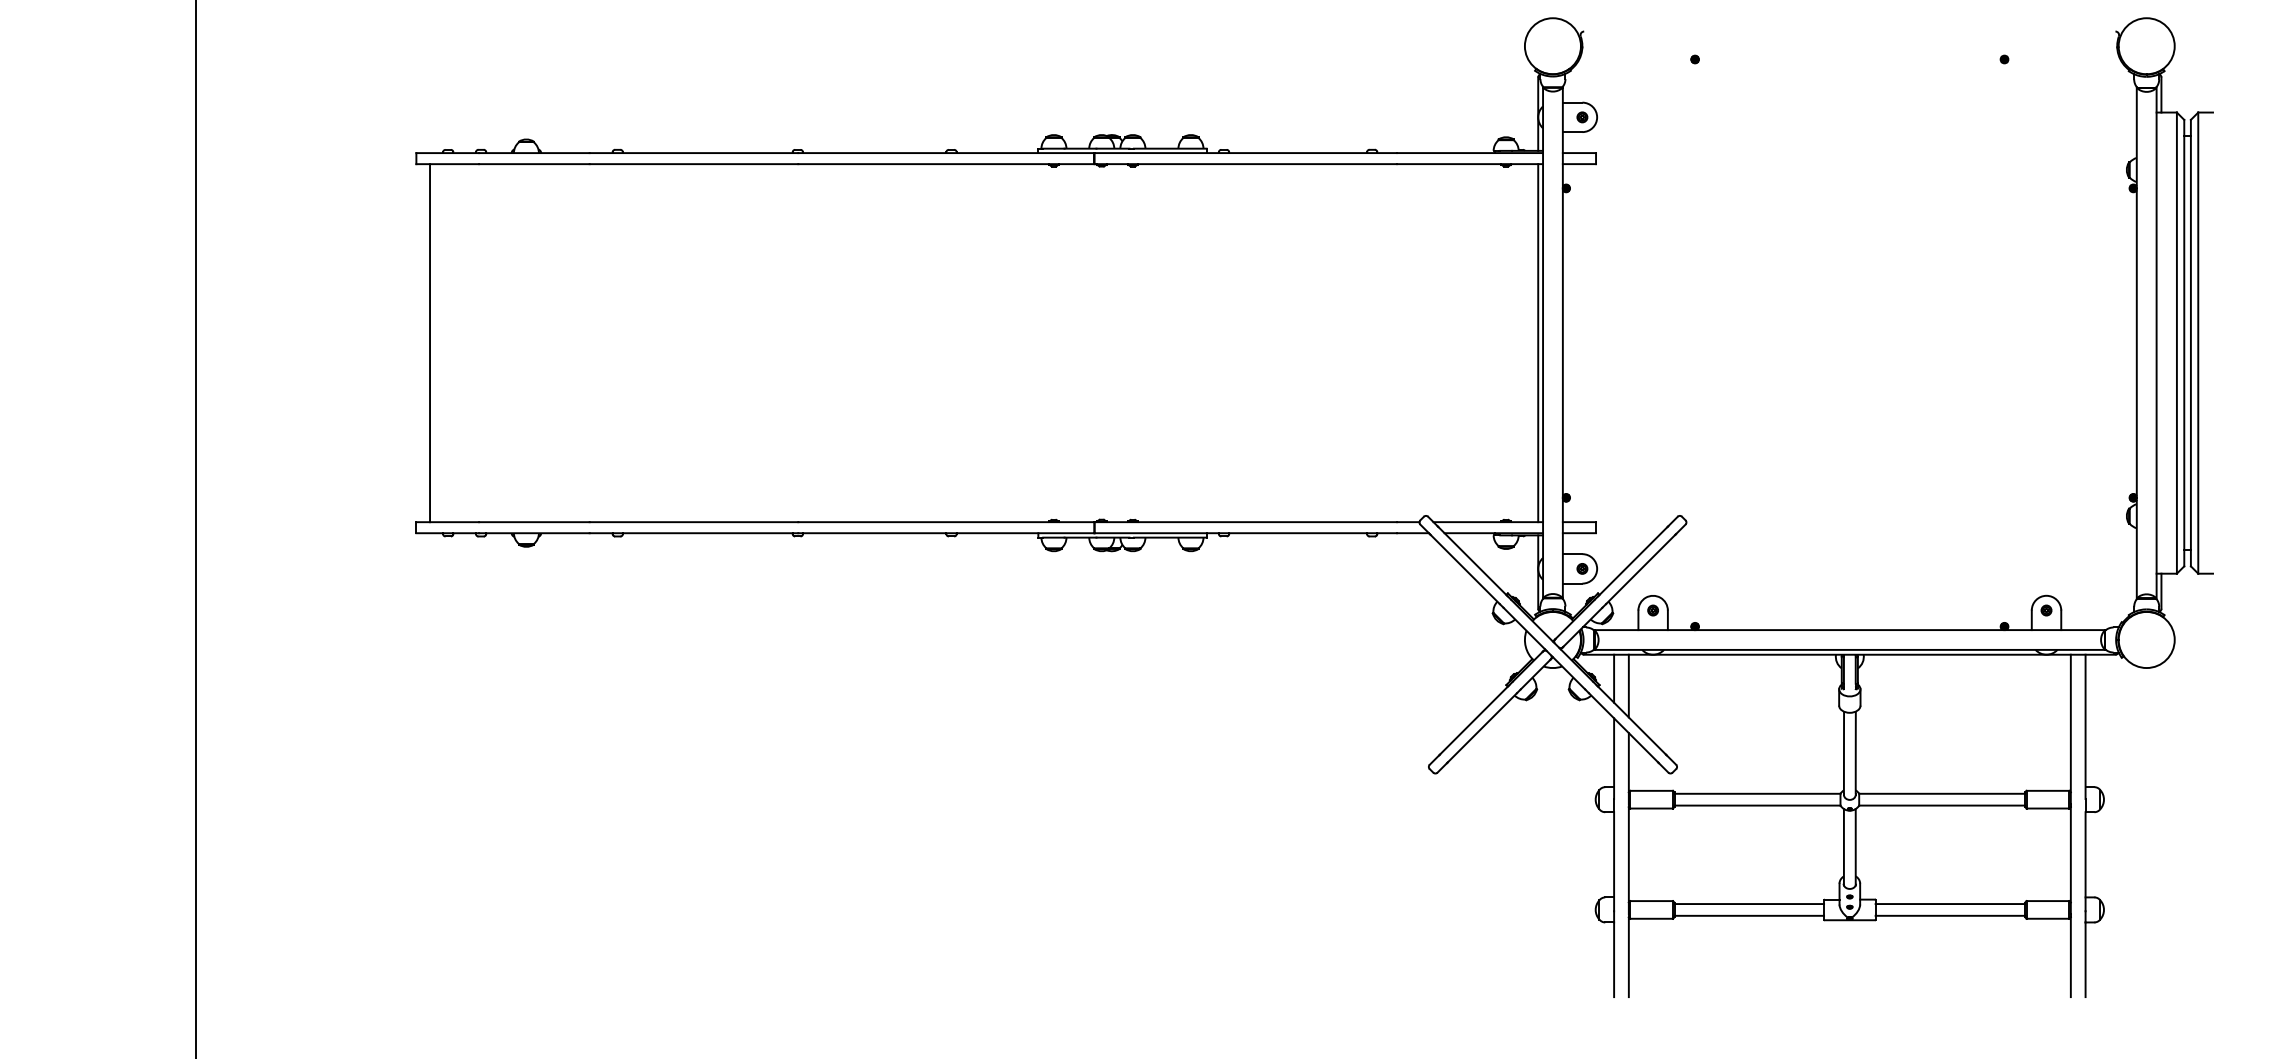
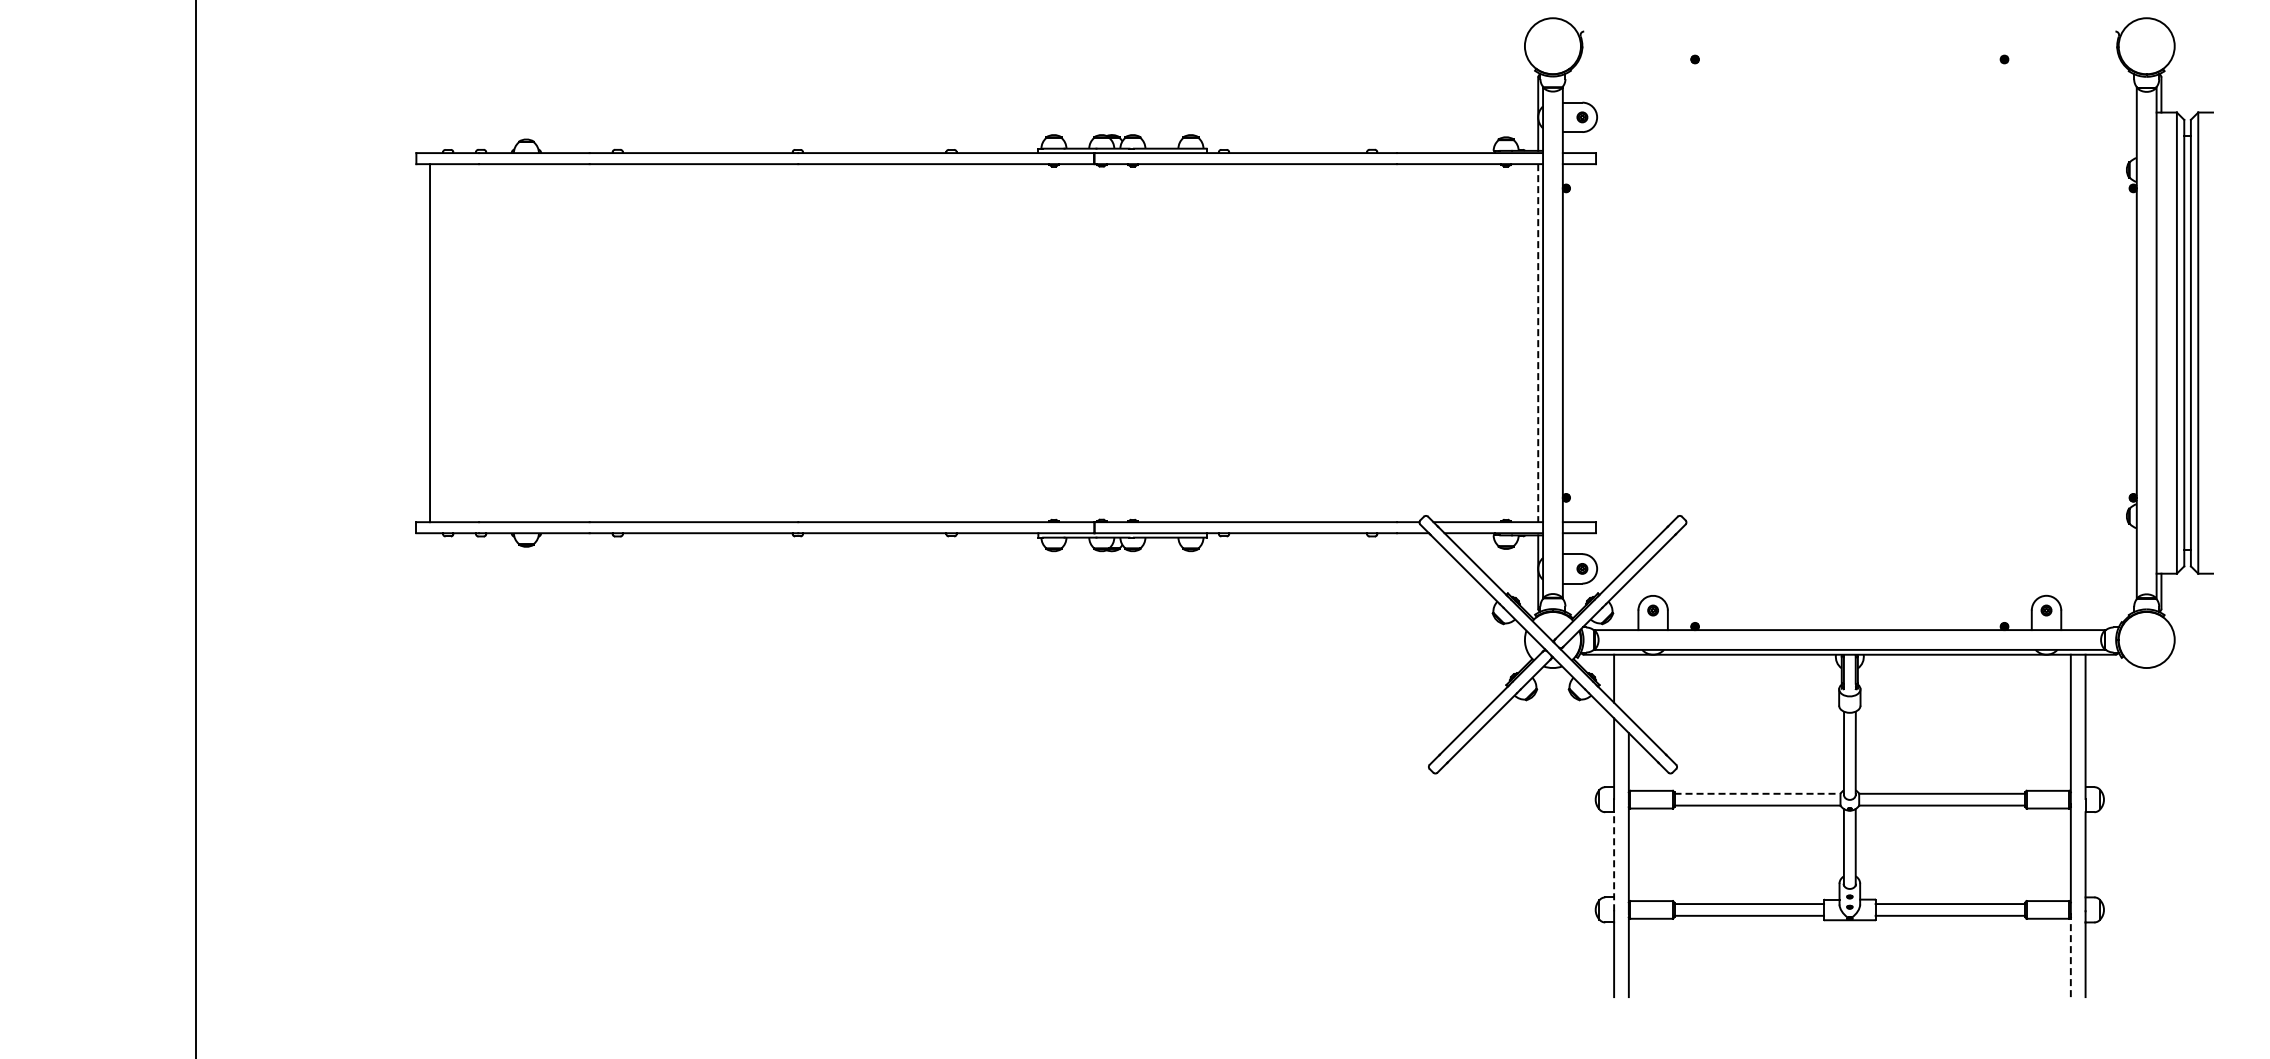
line at (1538, 343): solid -> dashed
line at (1628, 685): present -> none
line at (1757, 793): solid -> dashed
line at (1614, 861): solid -> dashed
line at (2070, 957): solid -> dashed
